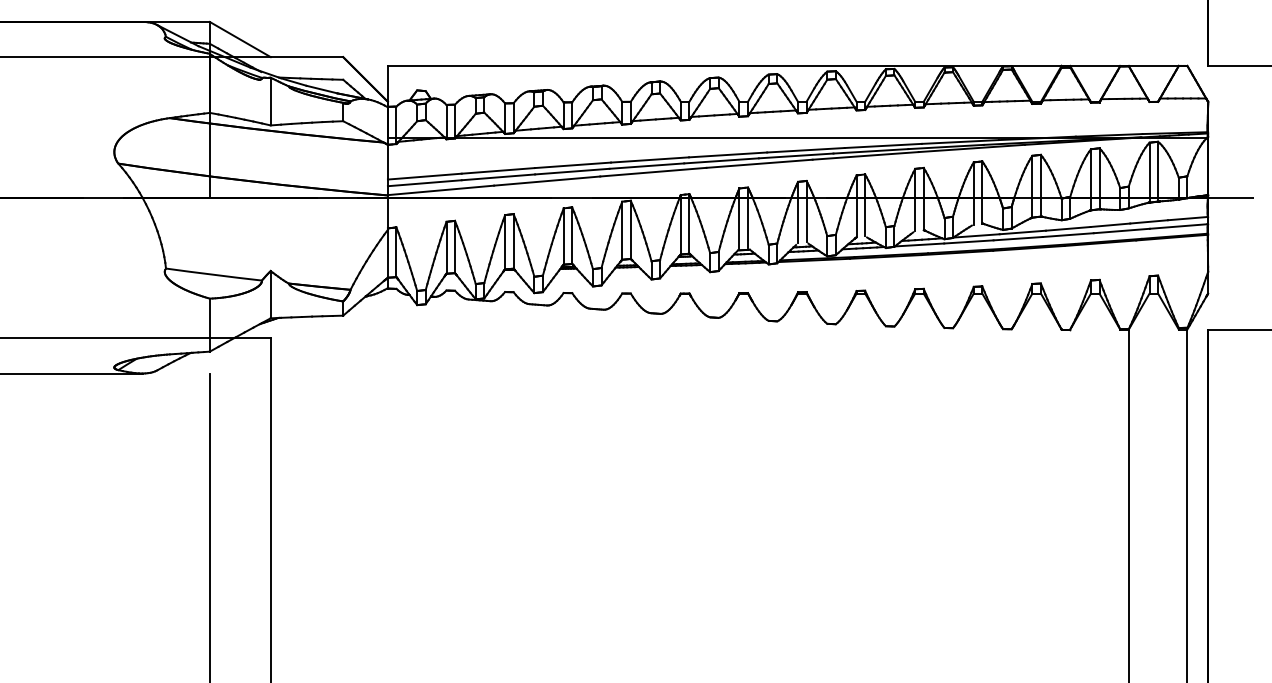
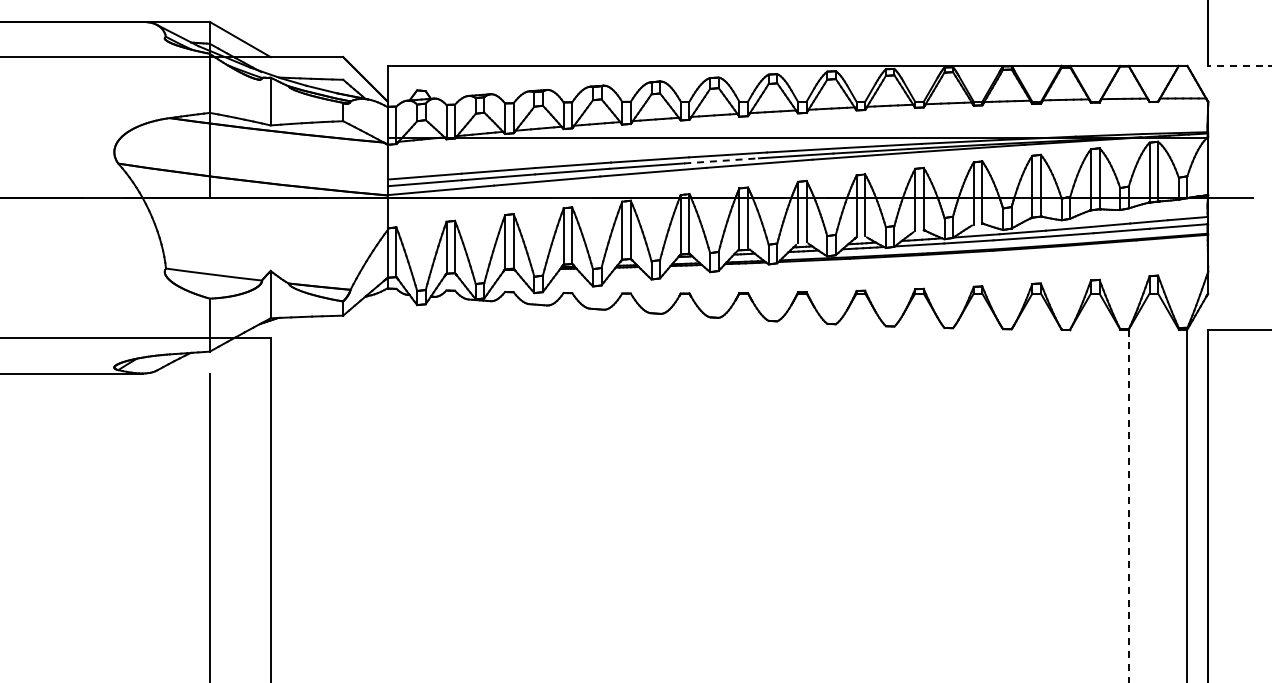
line at (1239, 65): solid -> dashed
line at (722, 160): solid -> dashed
line at (1128, 506): solid -> dashed
